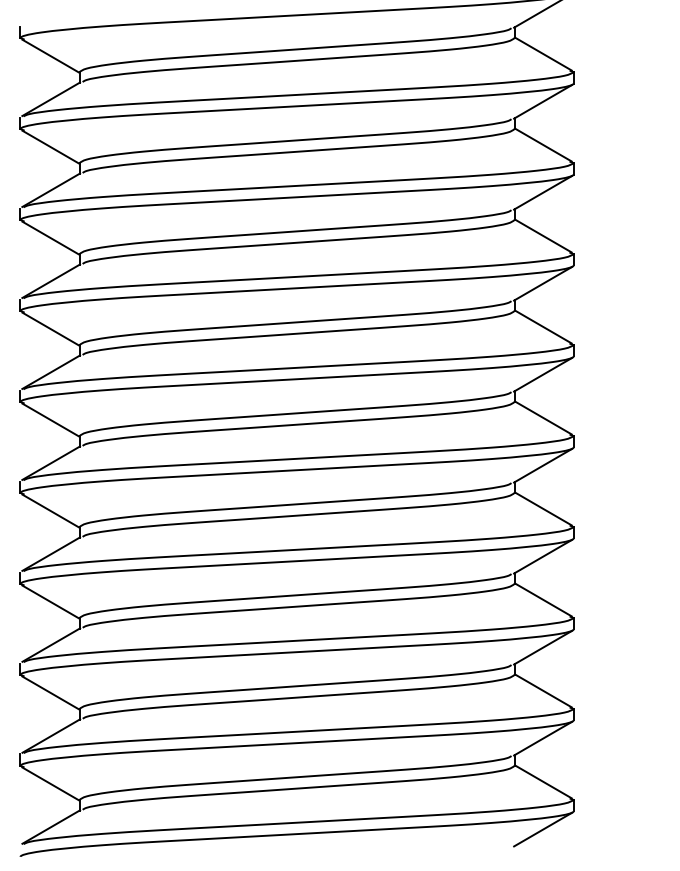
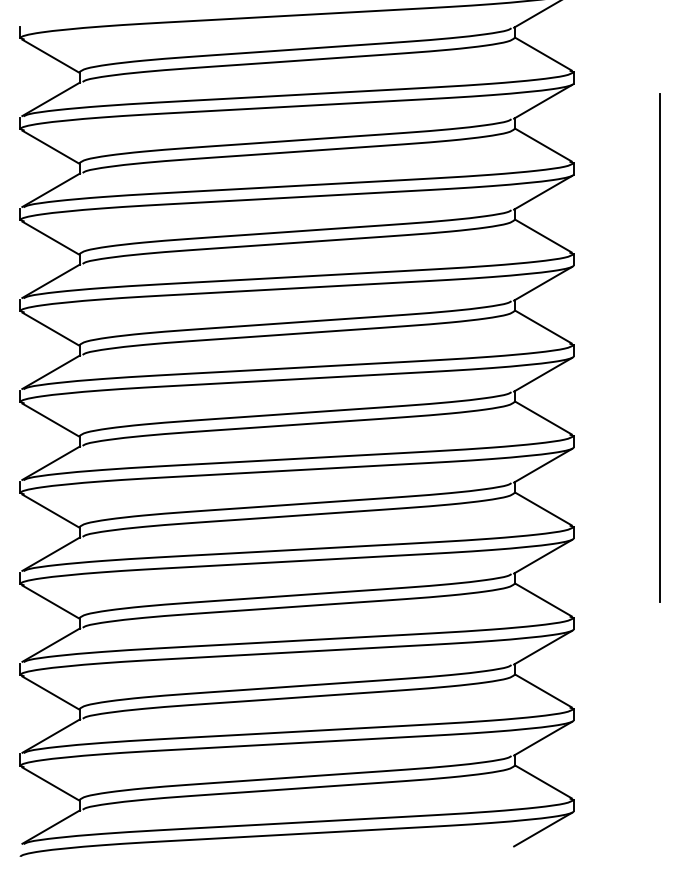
line at (659, 347): none -> present
